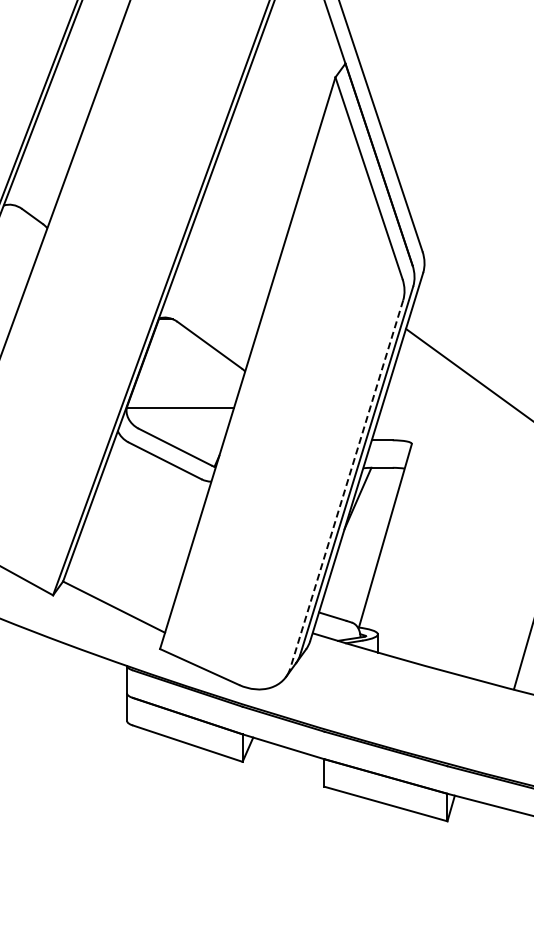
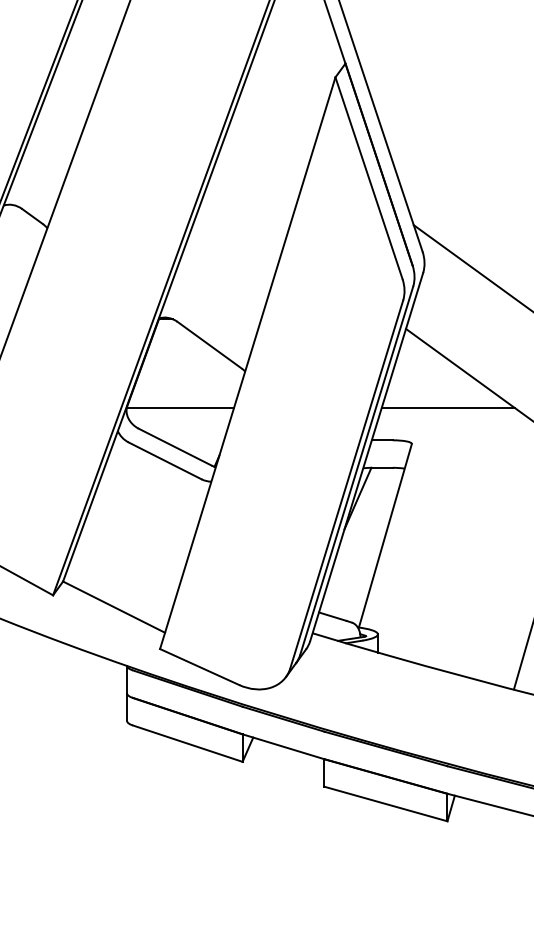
line at (471, 267): none -> present
line at (447, 407): none -> present
line at (346, 484): dashed -> solid
